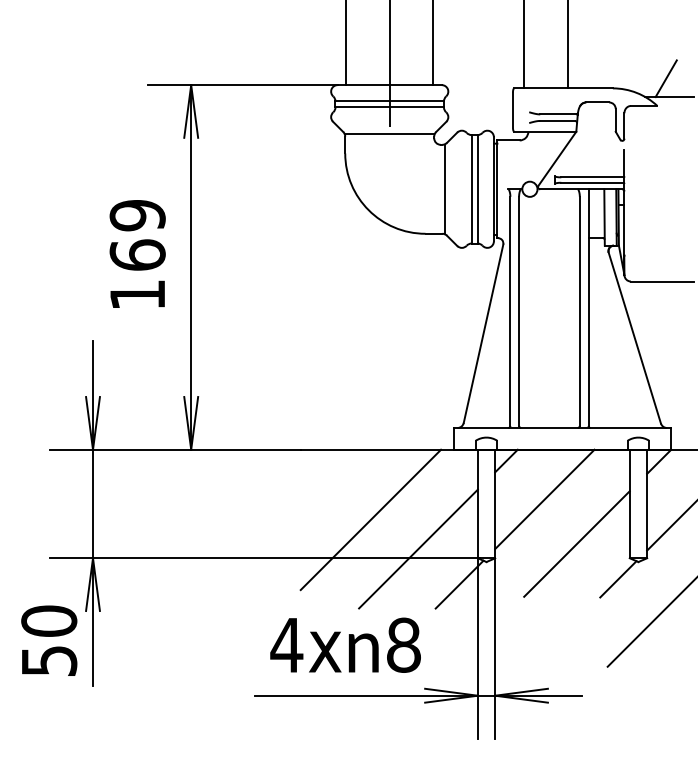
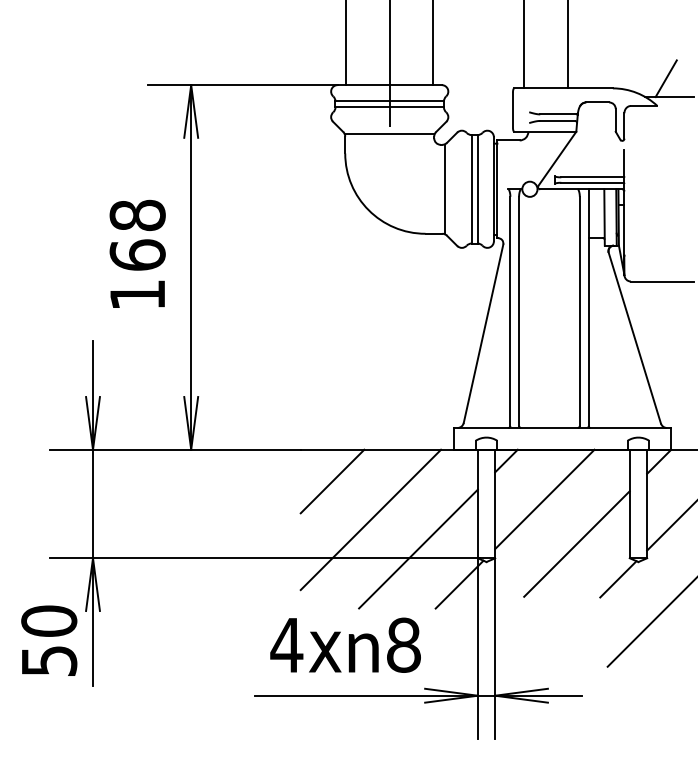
text at (137, 215): 169 -> 168
line at (332, 481): none -> present
